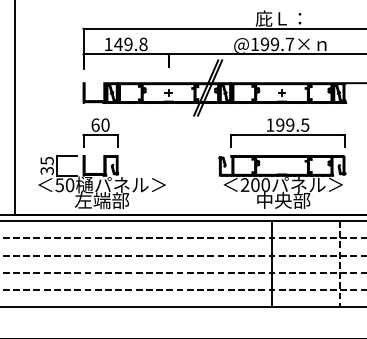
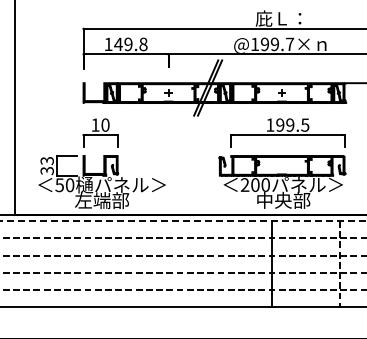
text at (95, 124): 60 -> 10
text at (46, 160): 35 -> 33
line at (183, 221): solid -> dashed
